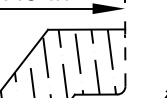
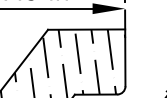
line at (125, 48): dashed -> solid
